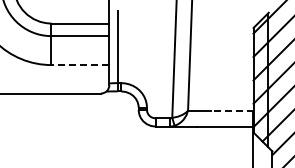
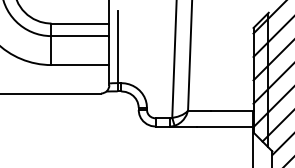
line at (80, 65): dashed -> solid
line at (231, 110): dashed -> solid
